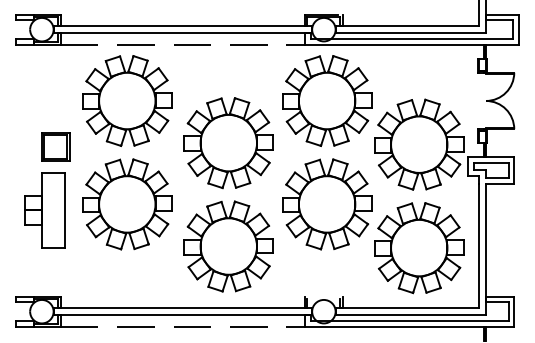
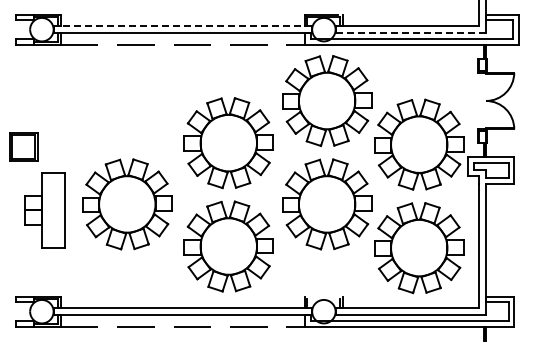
line at (182, 26): solid -> dashed
line at (411, 33): solid -> dashed
part at (127, 100): present -> none
part at (55, 146) position: (55, 146) -> (23, 146)
